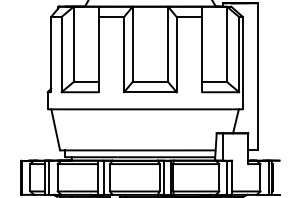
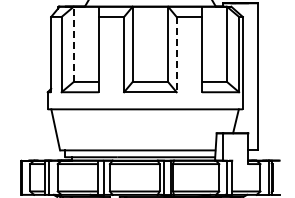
line at (73, 44): solid -> dashed
line at (176, 54): solid -> dashed
